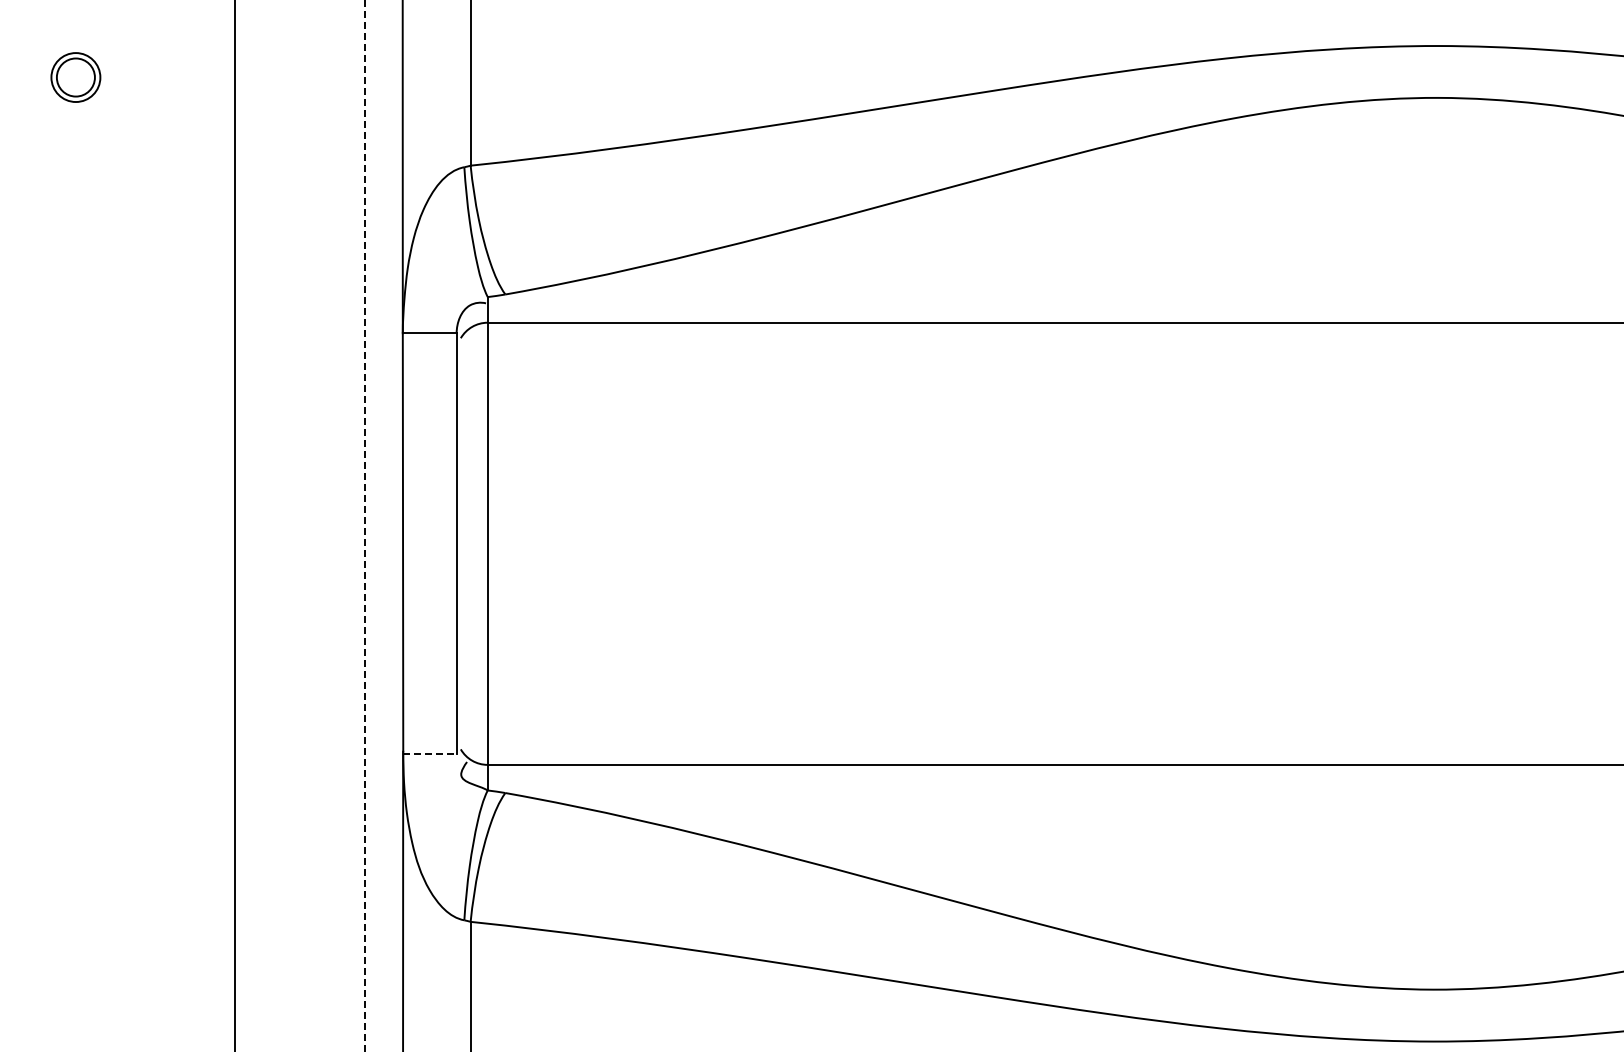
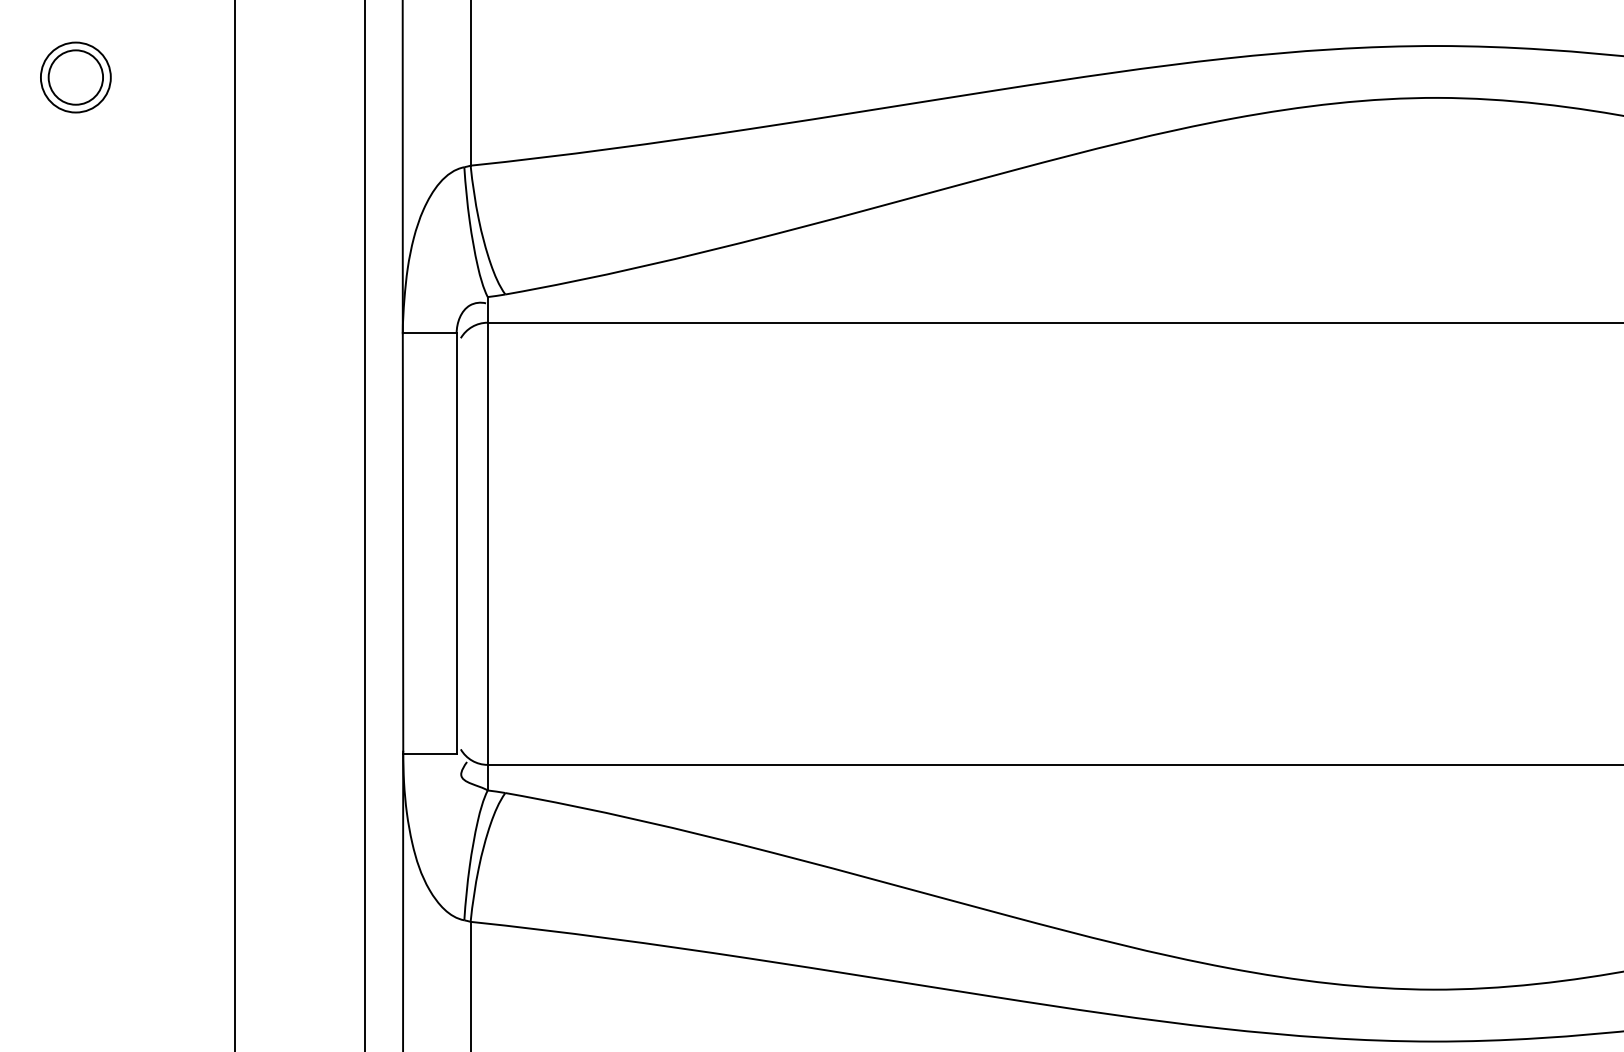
part at (75, 77) size: 52x51 px -> 72x73 px
line at (365, 526): dashed -> solid
line at (429, 754): dashed -> solid
